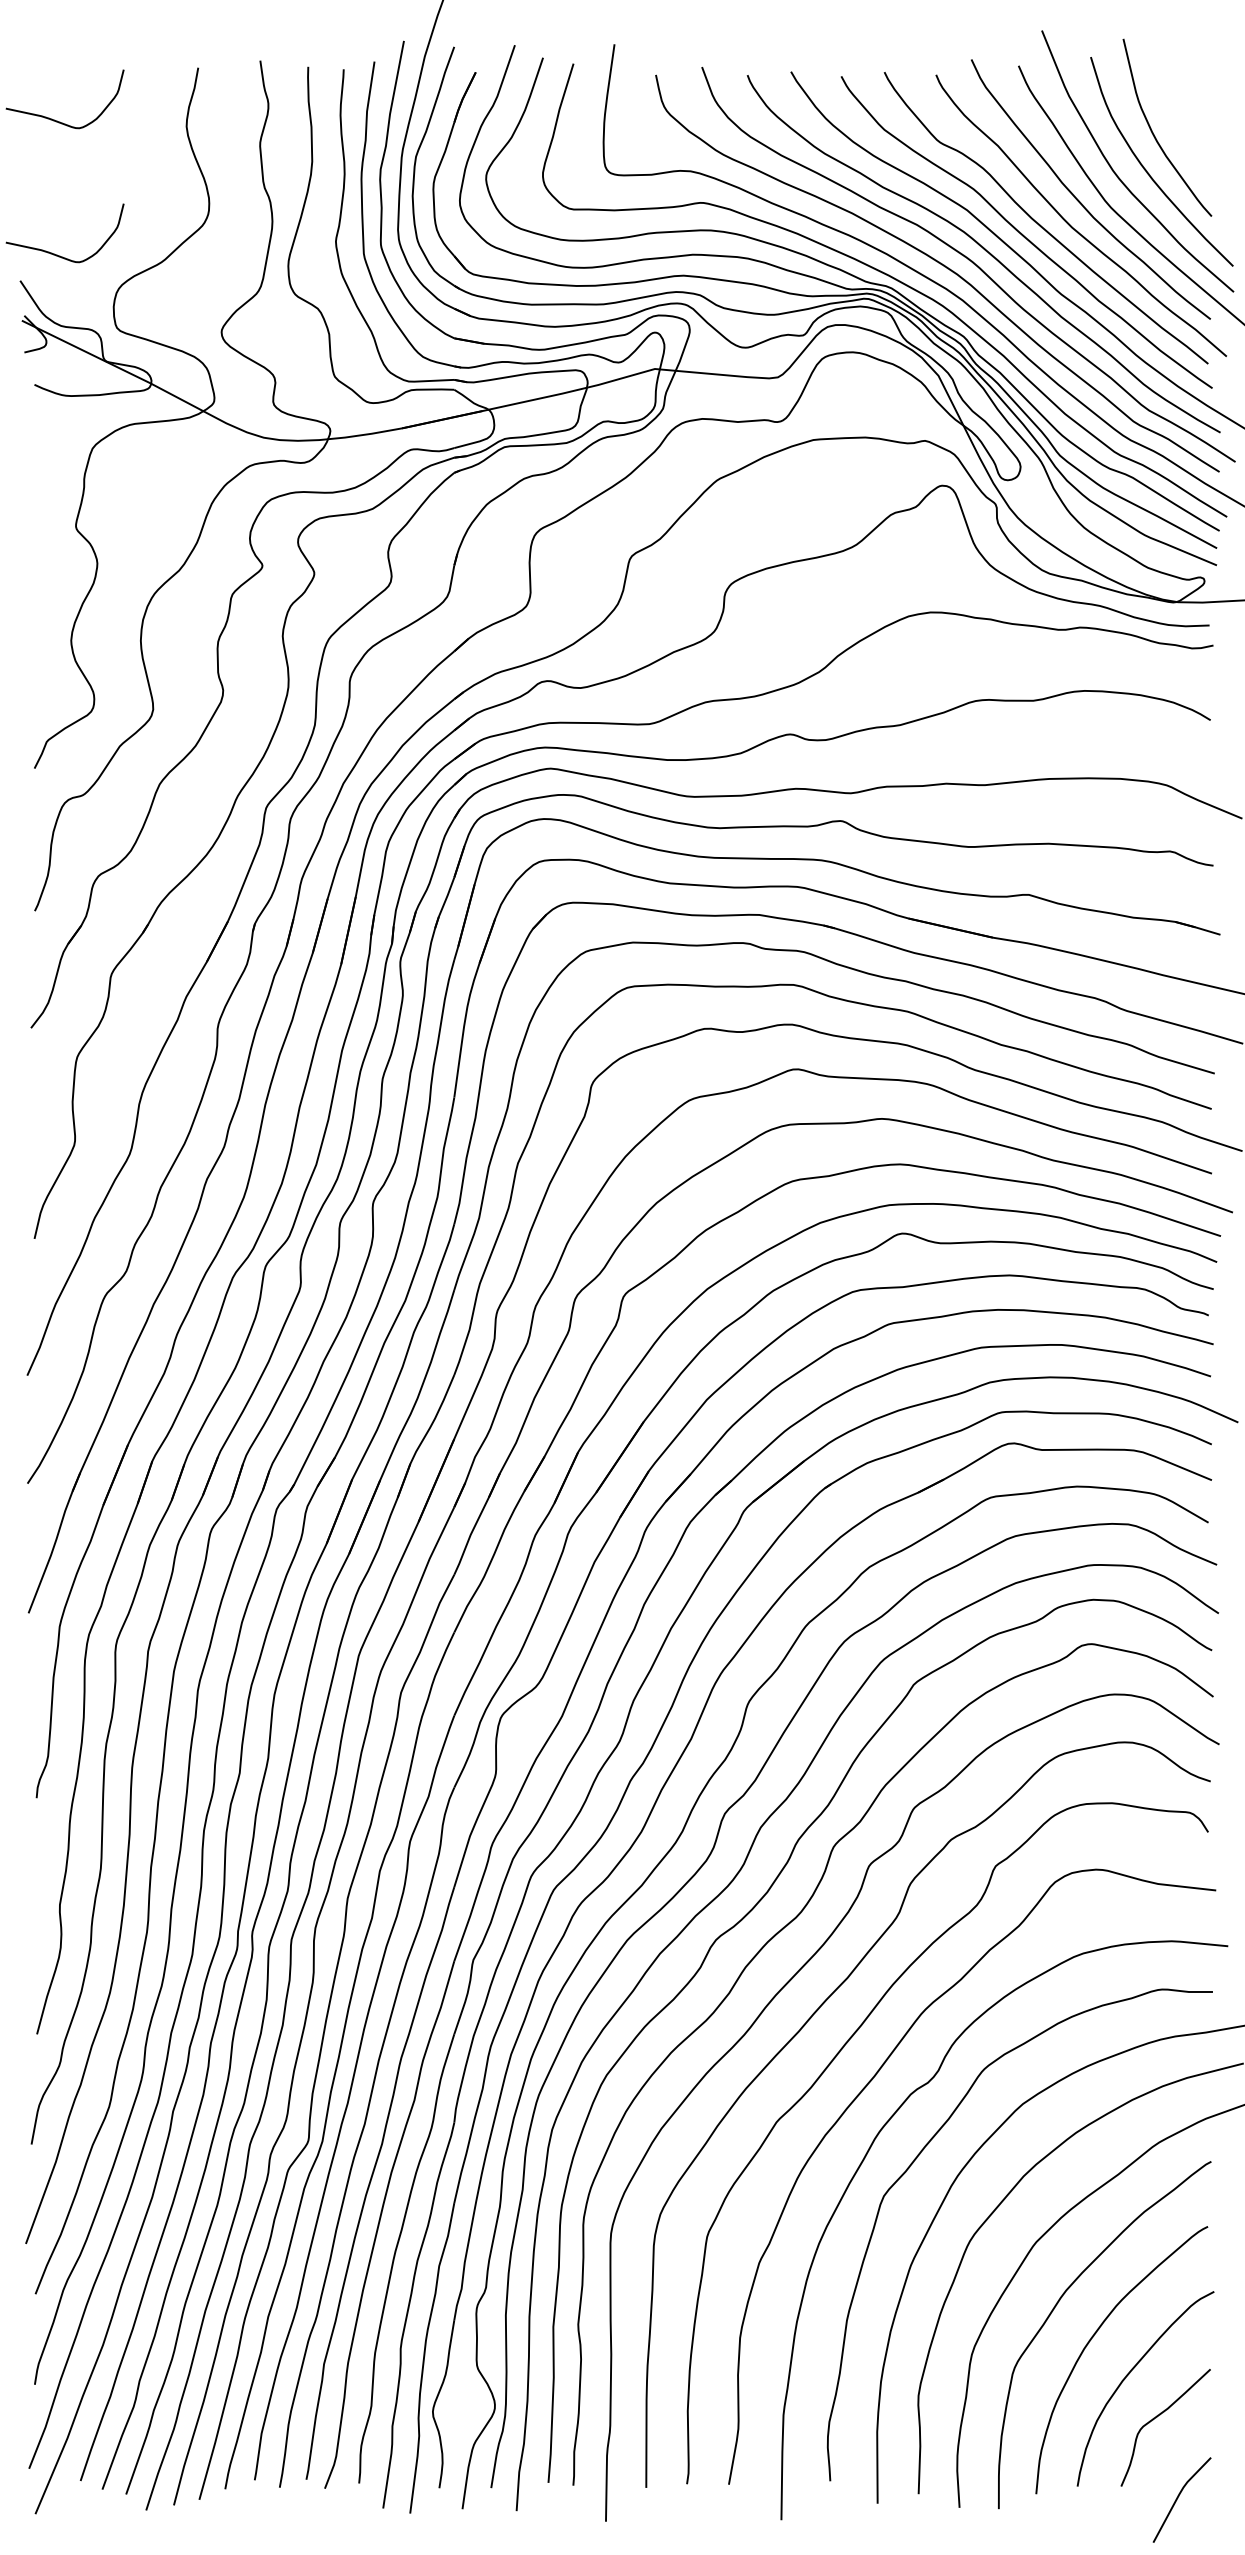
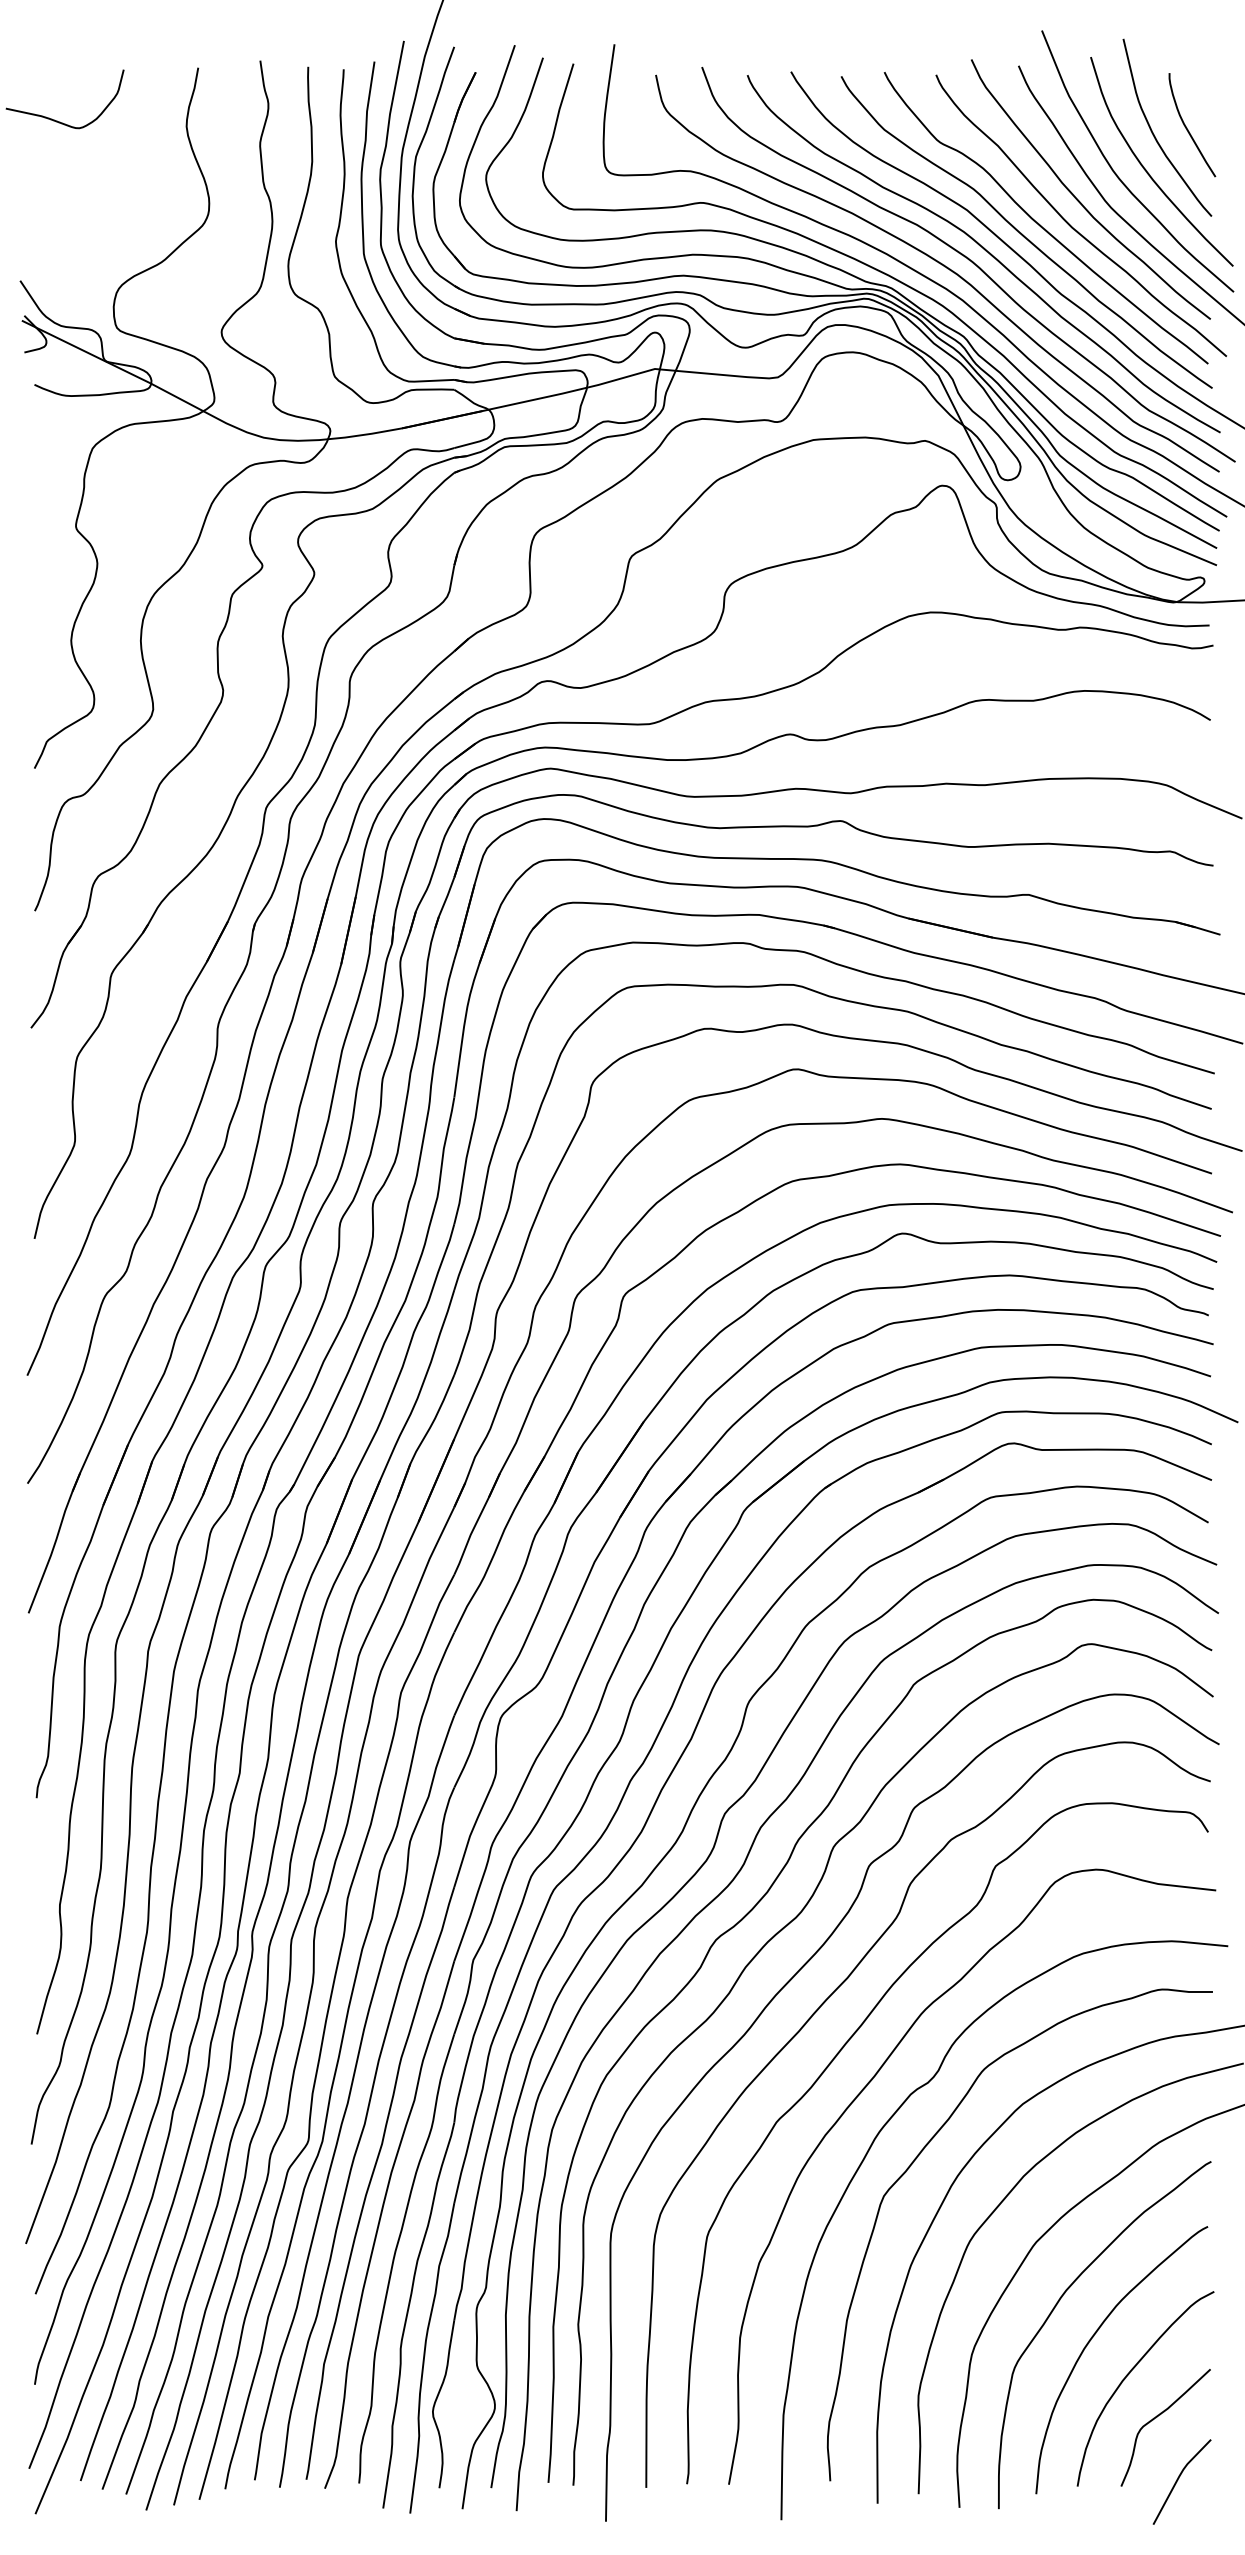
curve at (1187, 127): none -> present
curve at (57, 254): present -> none
line at (1178, 2498) position: (1178, 2498) -> (1178, 2480)
